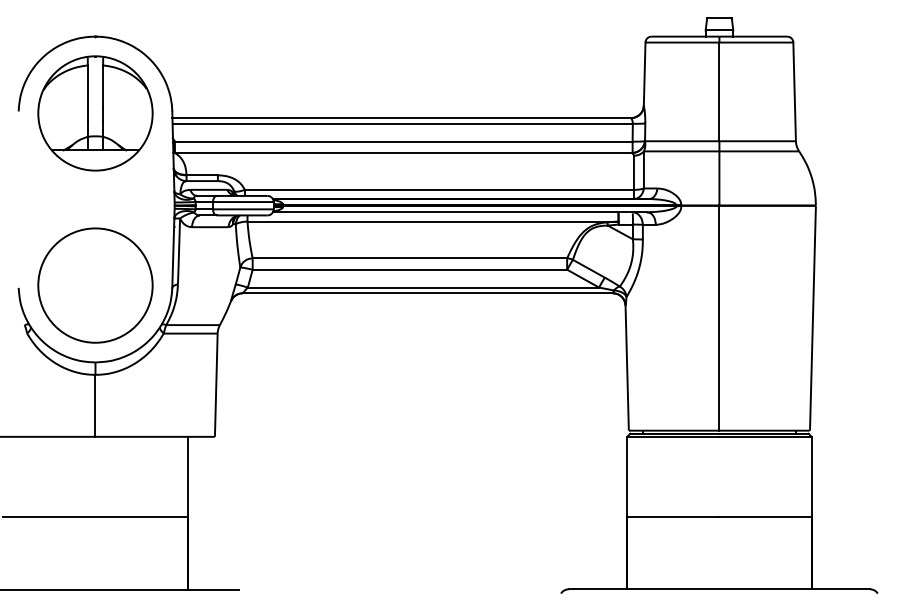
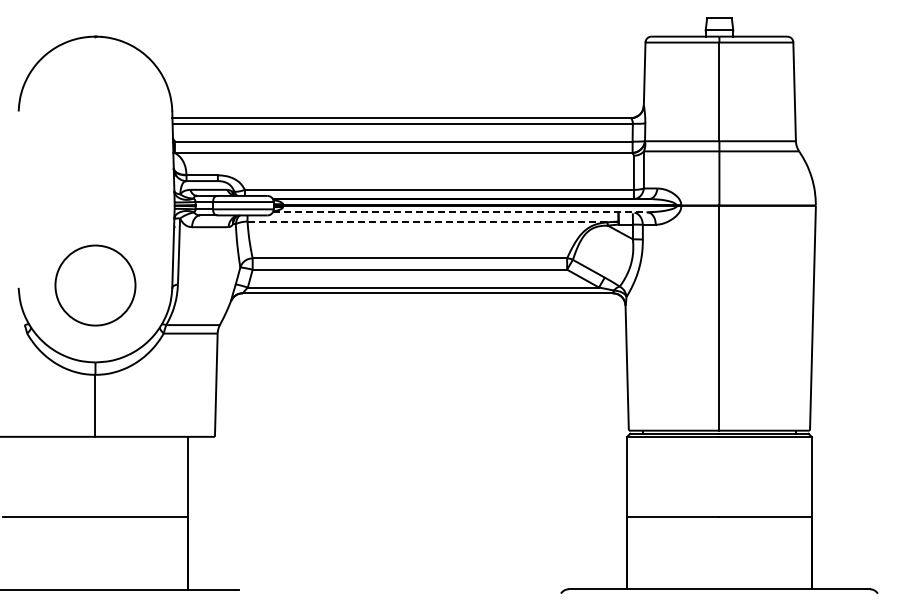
part at (95, 113): present -> none
line at (460, 212): solid -> dashed
line at (432, 221): solid -> dashed
circle at (95, 285) size: 117x117 px -> 83x83 px
